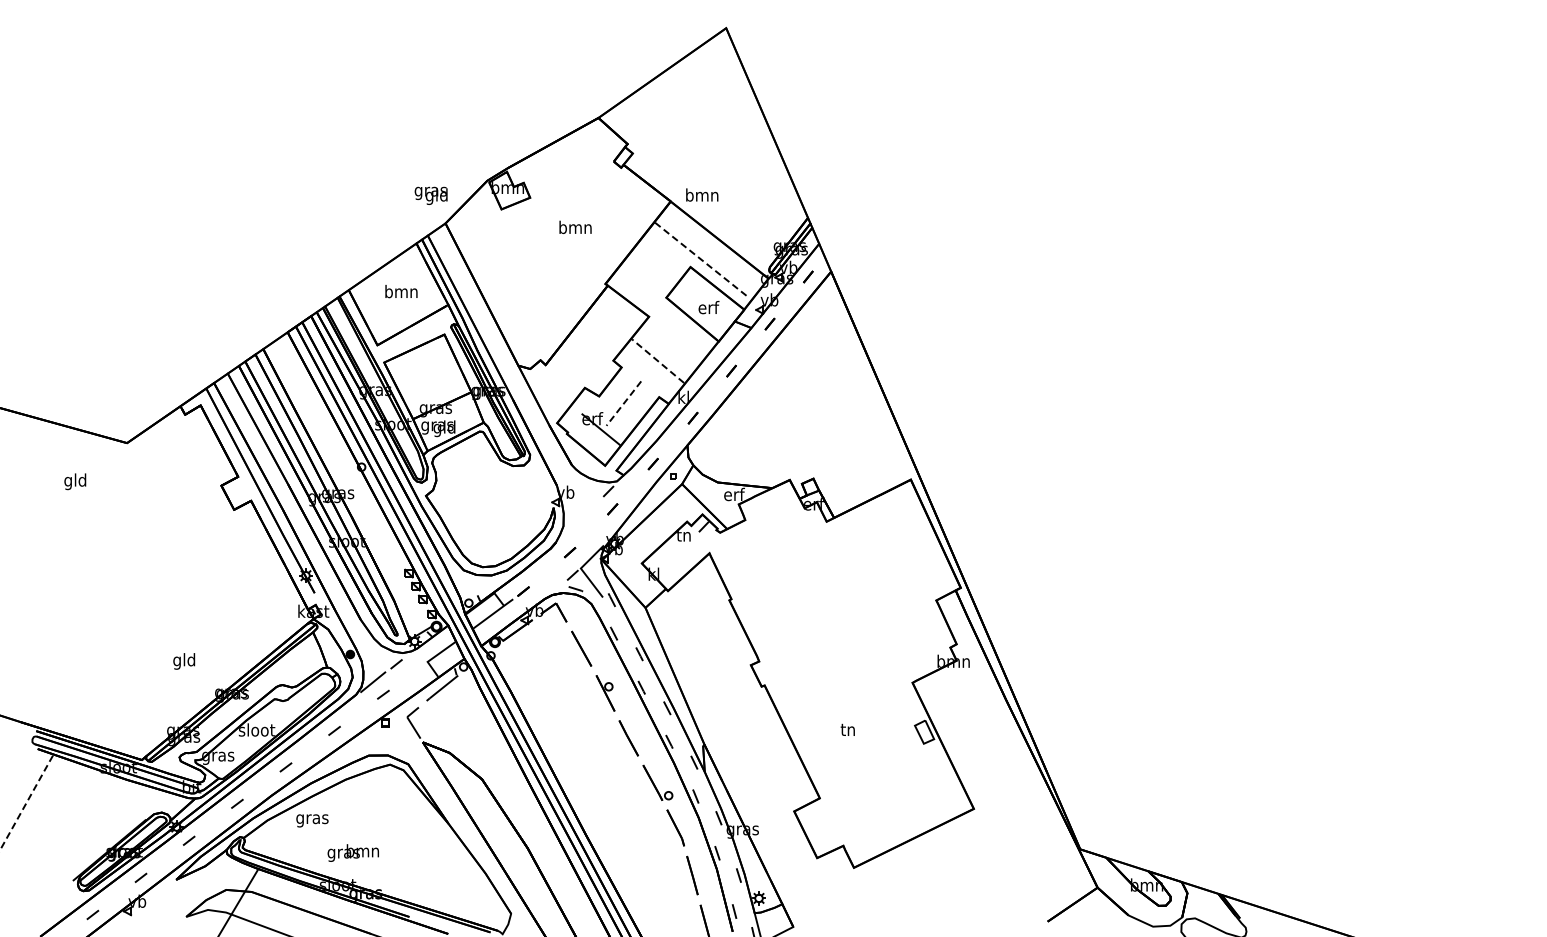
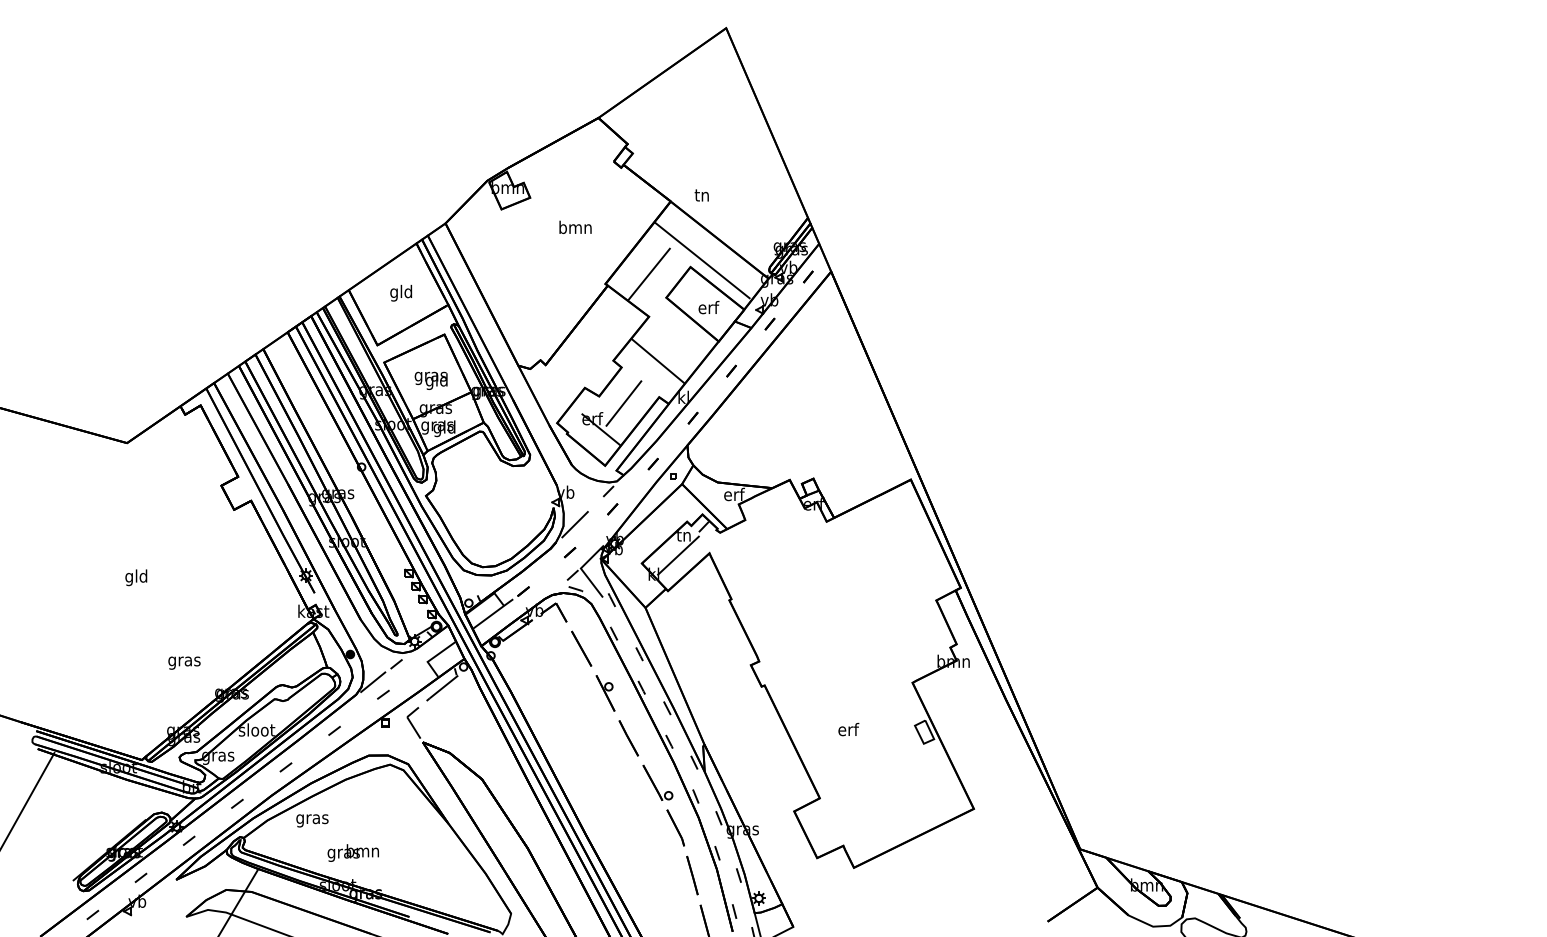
text at (702, 194): bmn -> tn
text at (430, 195) position: (430, 195) -> (430, 380)
line at (702, 260): dashed -> solid
line at (648, 273): none -> present
text at (401, 292): bmn -> gld
line at (658, 361): dashed -> solid
line at (623, 403): dashed -> solid
text at (75, 481) position: (75, 481) -> (136, 577)
line at (574, 524): none -> present
line at (678, 555): none -> present
text at (184, 661): gld -> gras
text at (848, 729): tn -> erf
line at (27, 801): dashed -> solid
